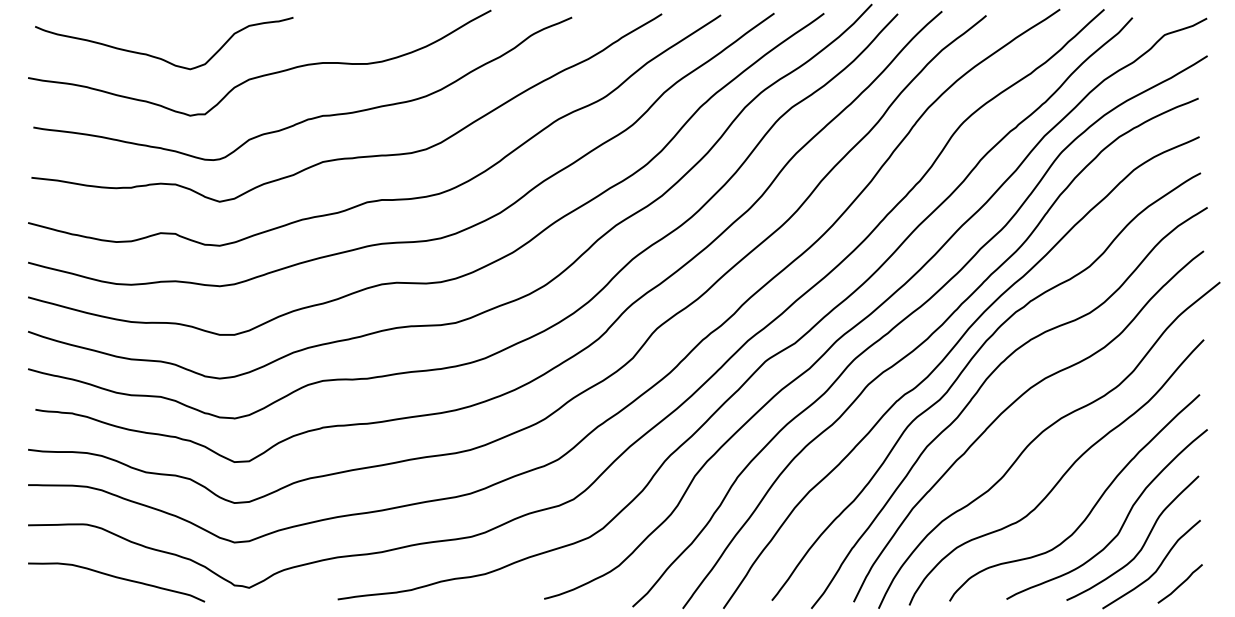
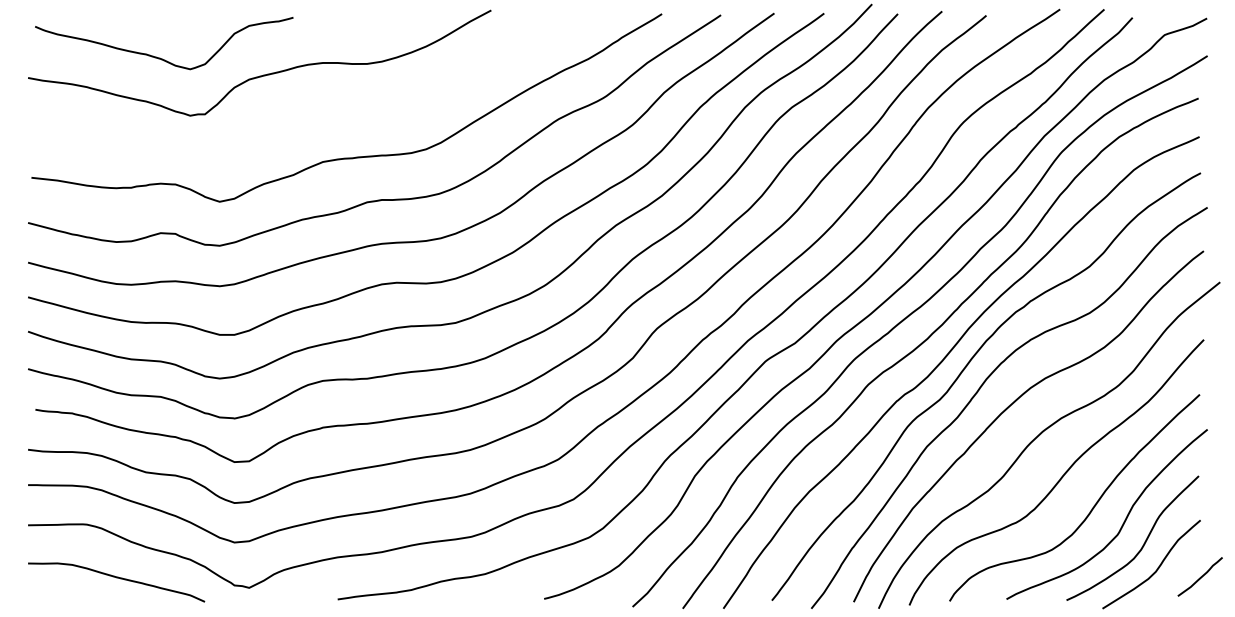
curve at (307, 118): present -> none
curve at (1180, 583) position: (1180, 583) -> (1200, 576)
